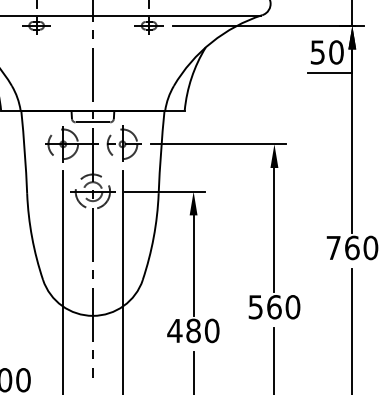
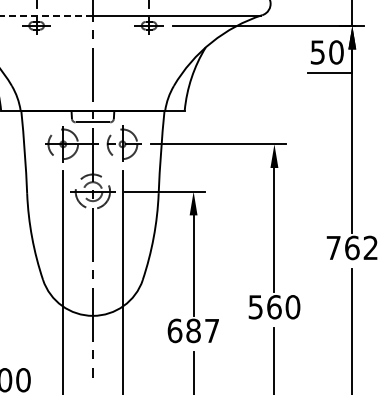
line at (45, 15): solid -> dashed
text at (370, 247): 760 -> 762
text at (193, 330): 480 -> 687
